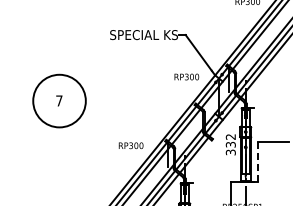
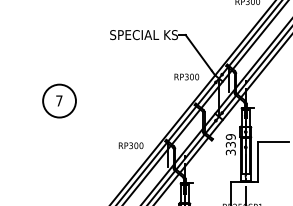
circle at (59, 100) diameter: 53 px -> 33 px
text at (230, 136): 332 -> 339
line at (258, 162): dashed -> solid
